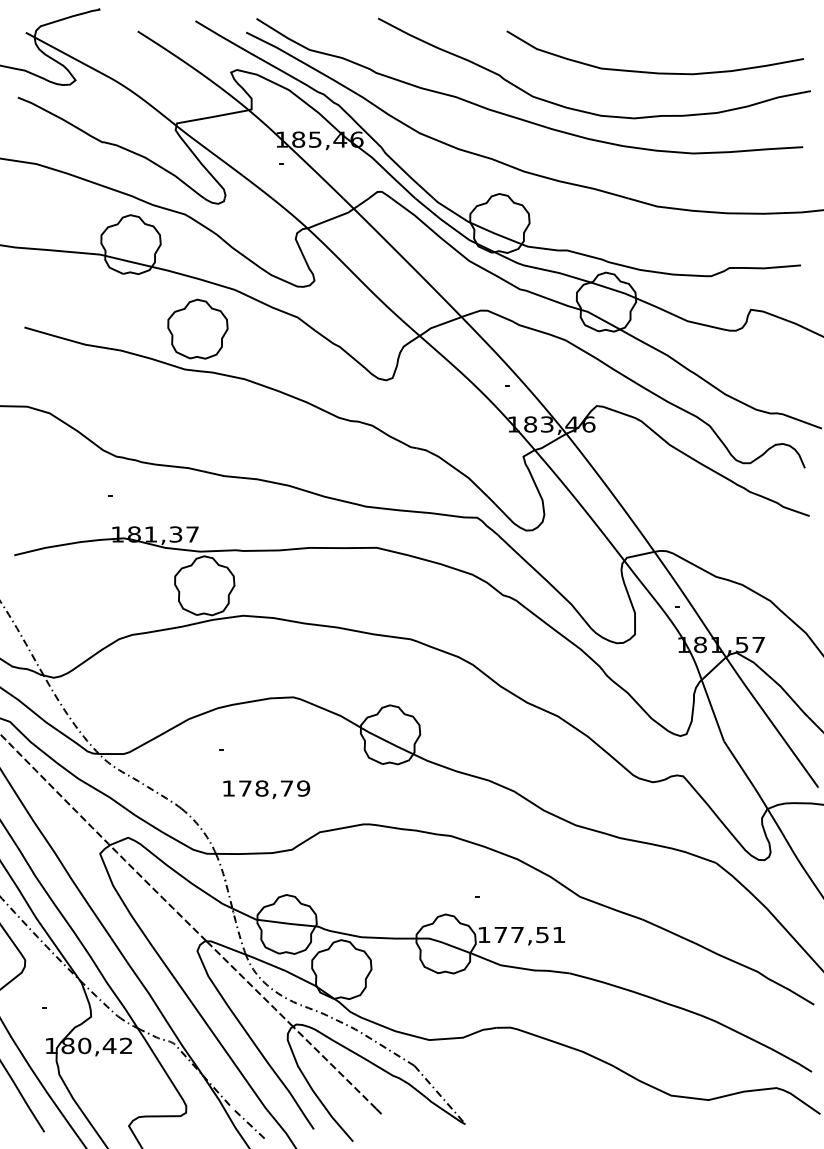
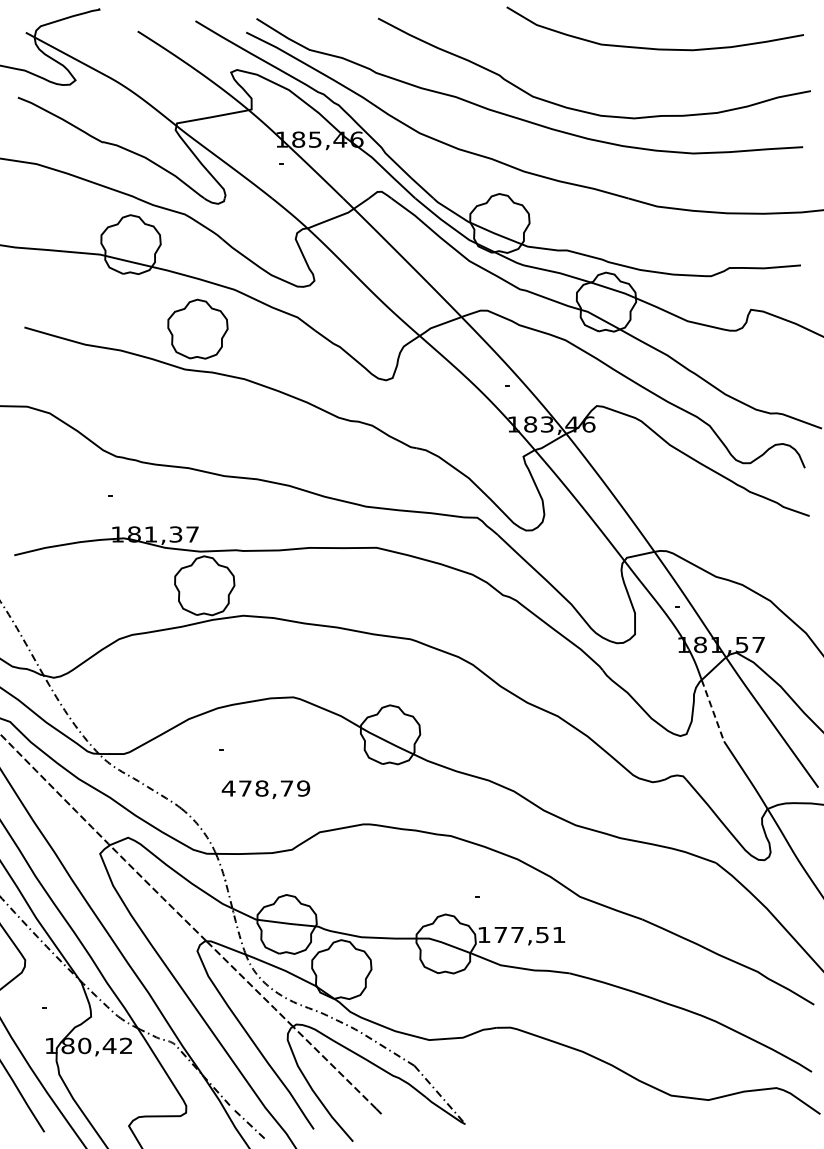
curve at (650, 71) position: (650, 71) -> (650, 47)
line at (712, 710): solid -> dashed
text at (228, 788): 178,79 -> 478,79
